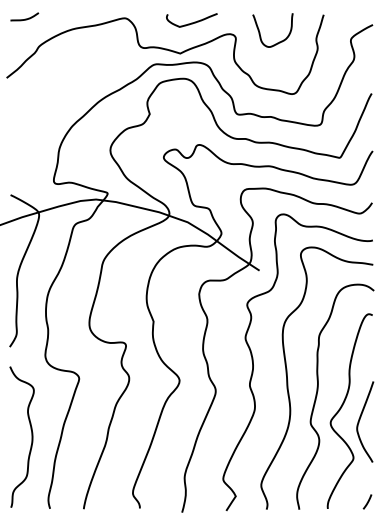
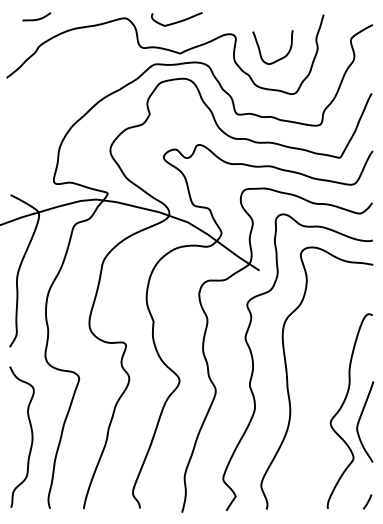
curve at (25, 18) position: (25, 18) -> (37, 18)
curve at (191, 22) position: (191, 22) -> (176, 21)
curve at (260, 32) position: (260, 32) -> (260, 49)
curve at (318, 391): present -> none
